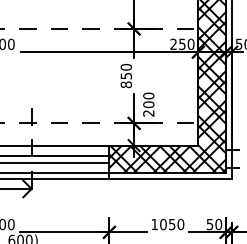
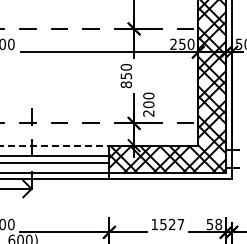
line at (55, 145): solid -> dashed
text at (172, 224): 1050 -> 1527
text at (218, 224): 50 -> 58
